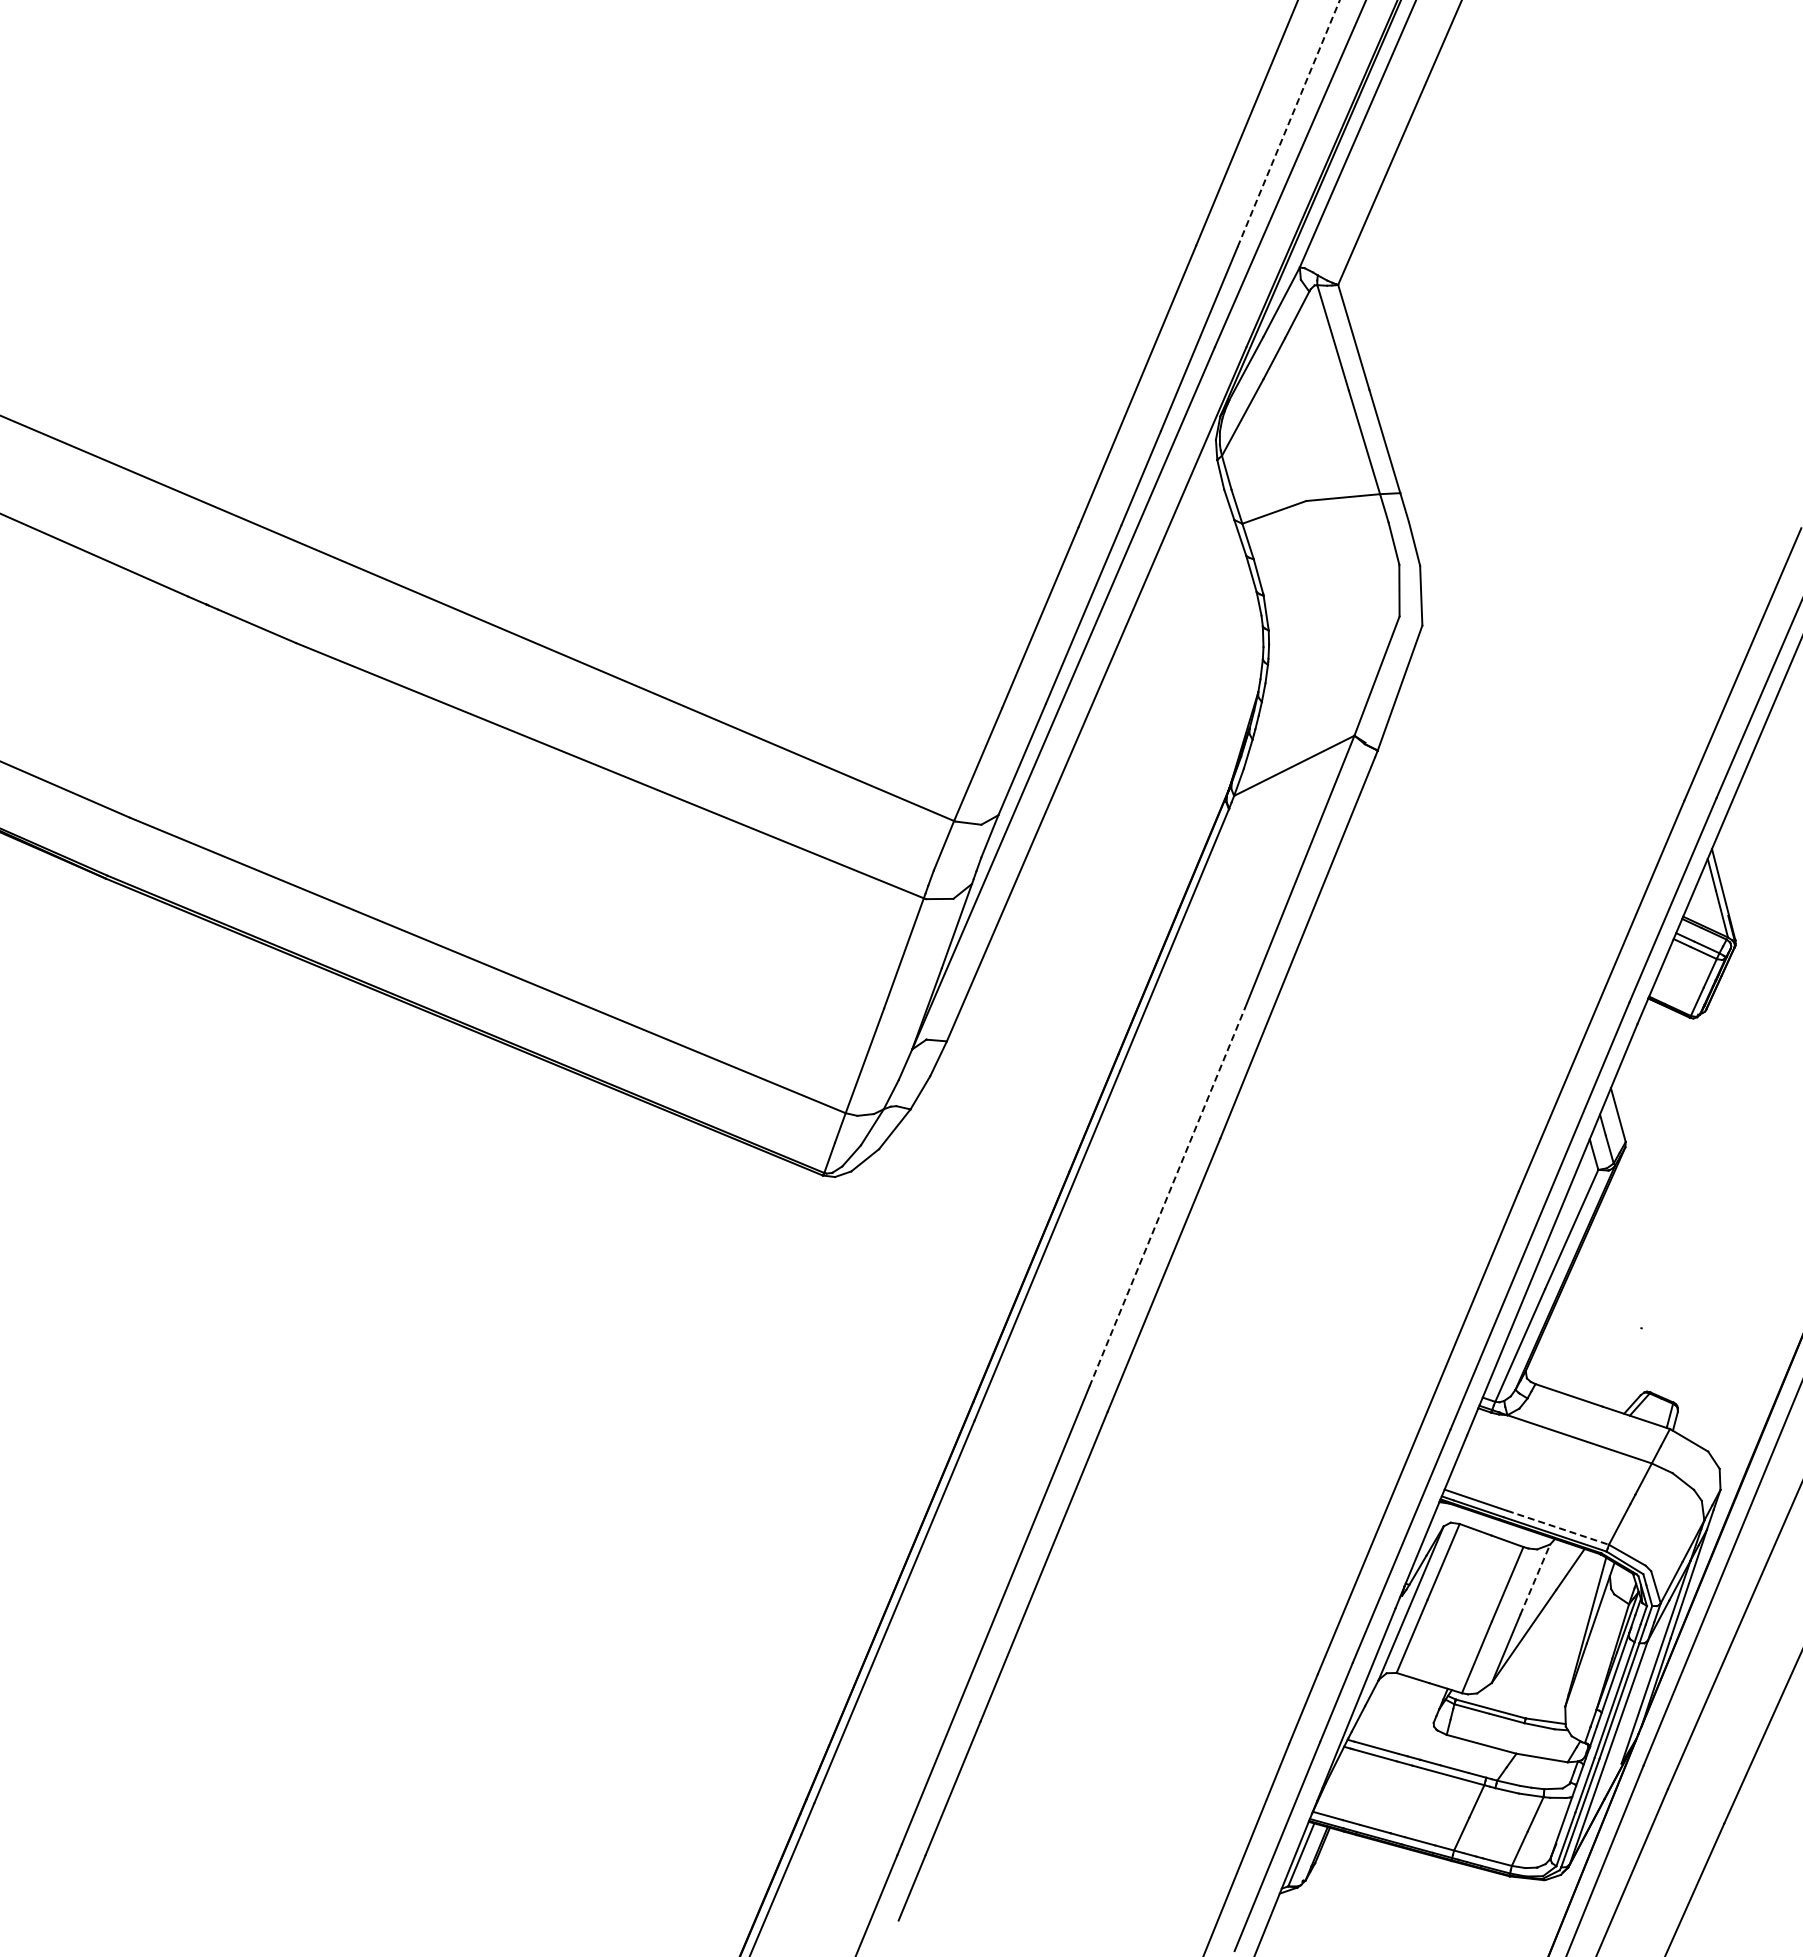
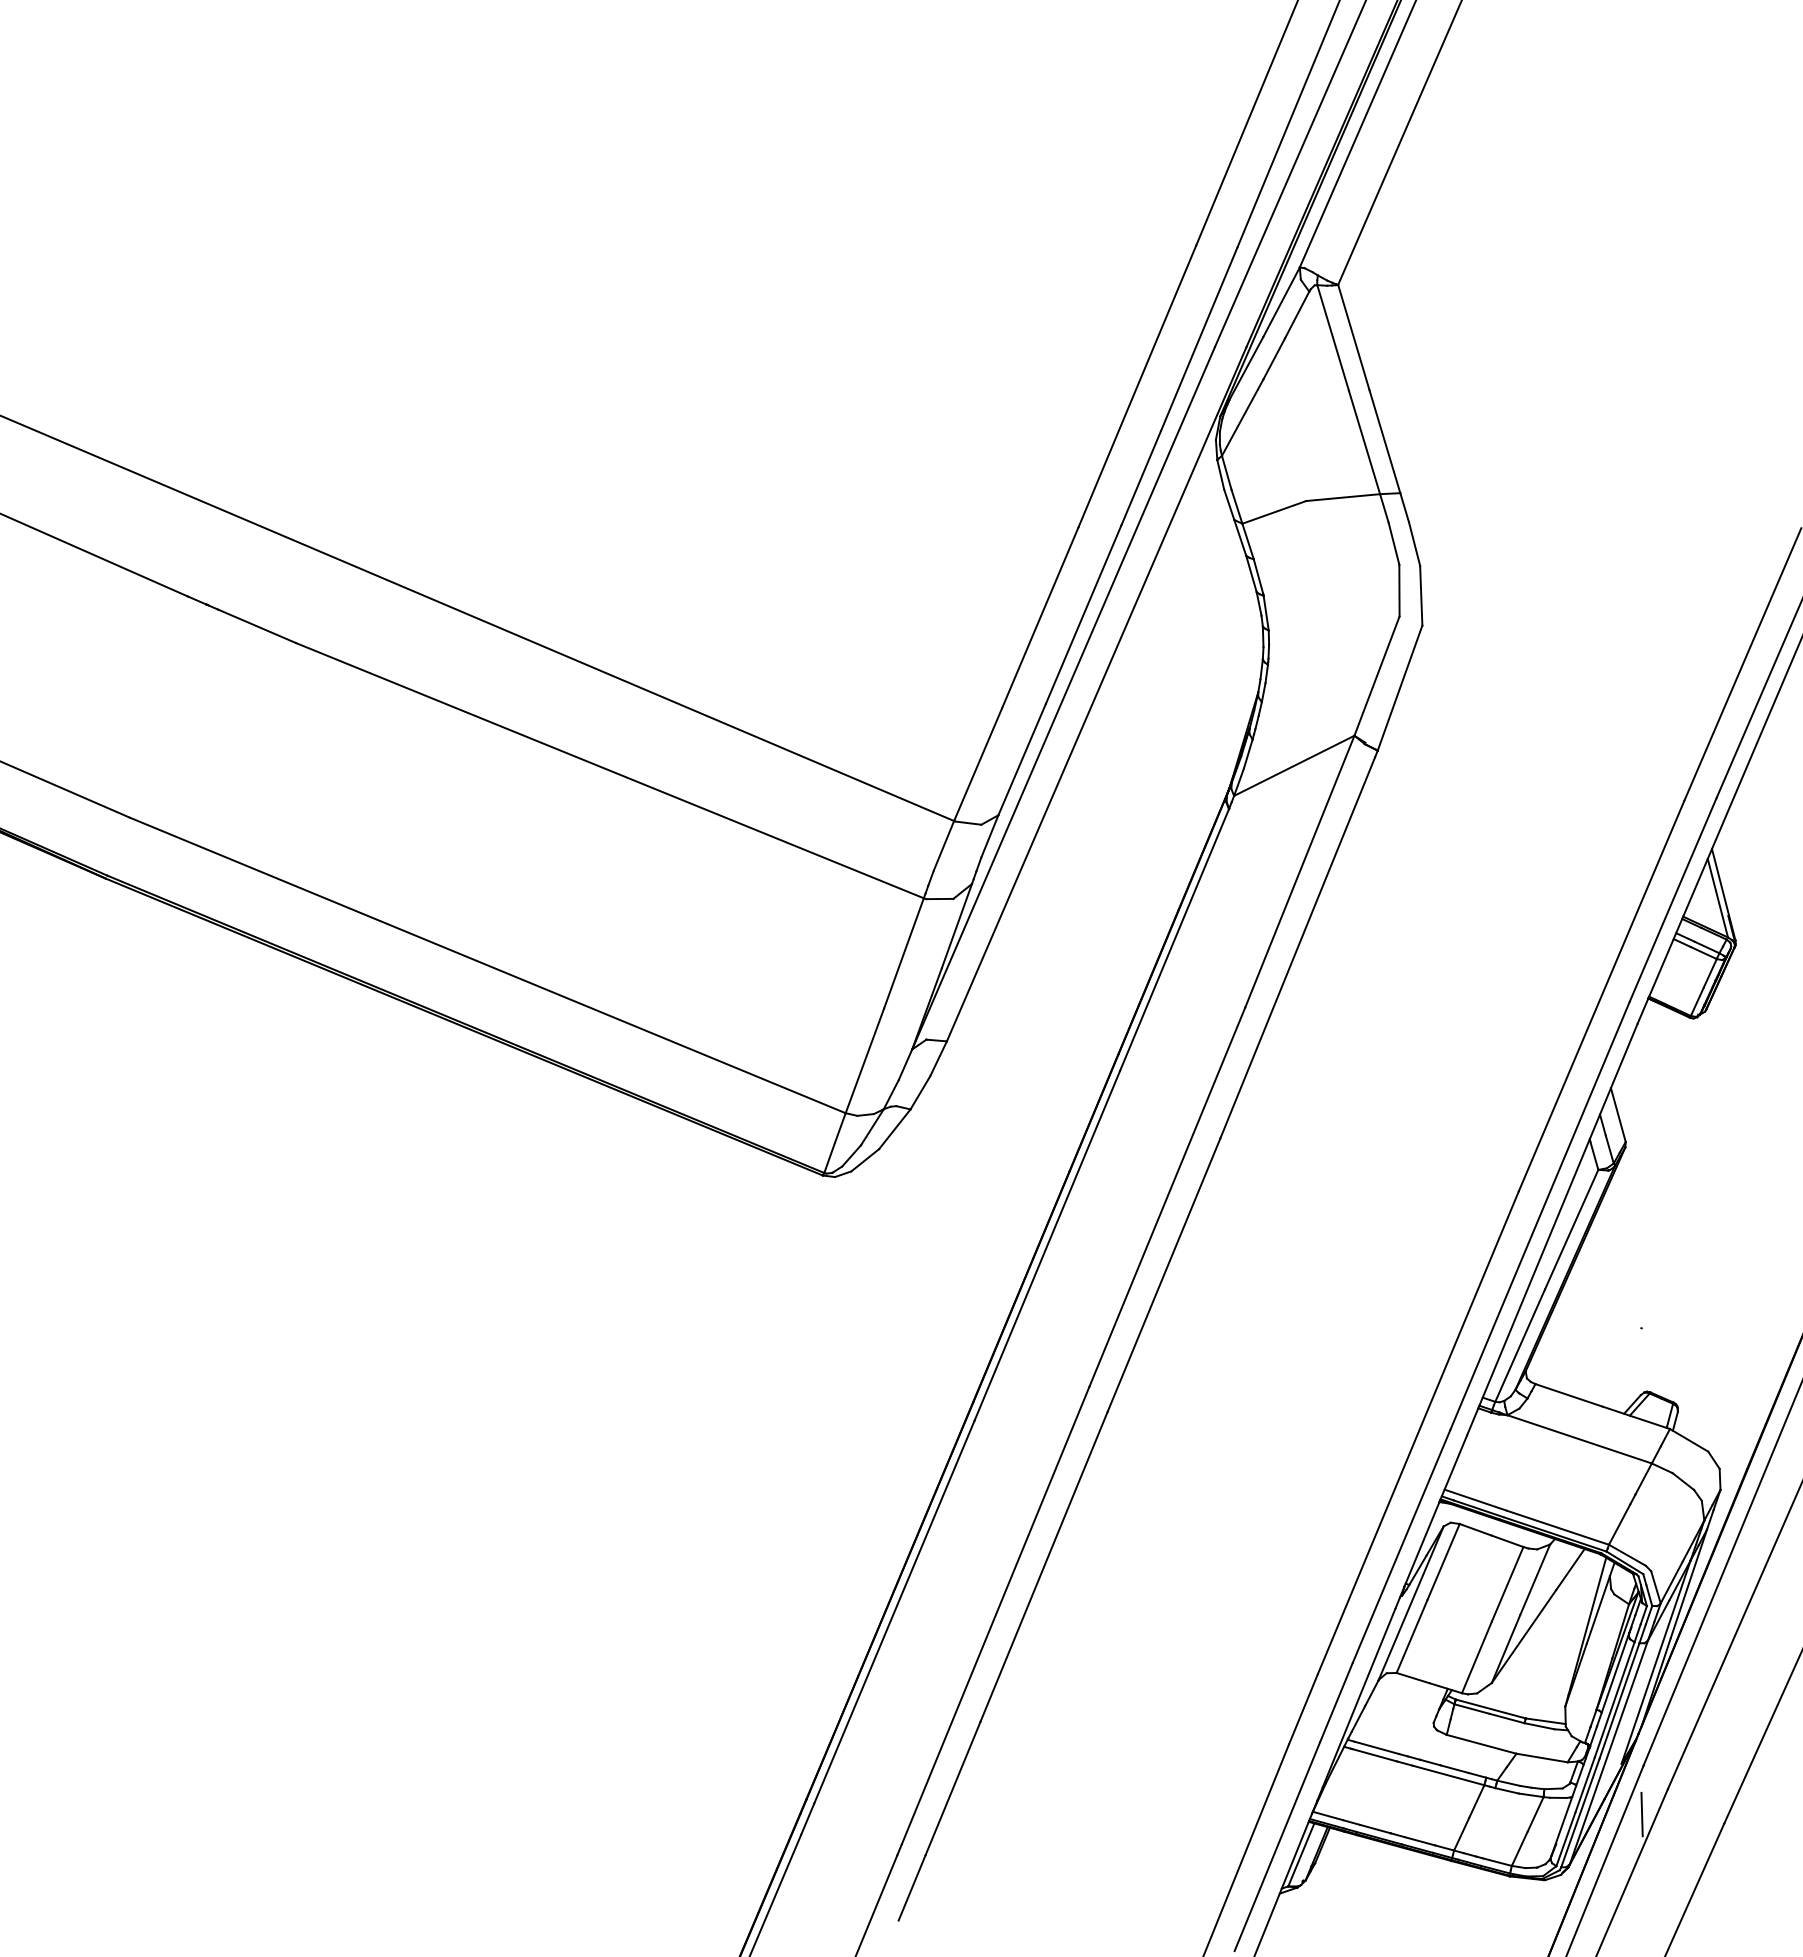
line at (1288, 123): dashed -> solid
line at (1167, 1197): dashed -> solid
line at (1557, 1527): dashed -> solid
line at (1535, 1579): dashed -> solid
line at (1641, 1814): none -> present
